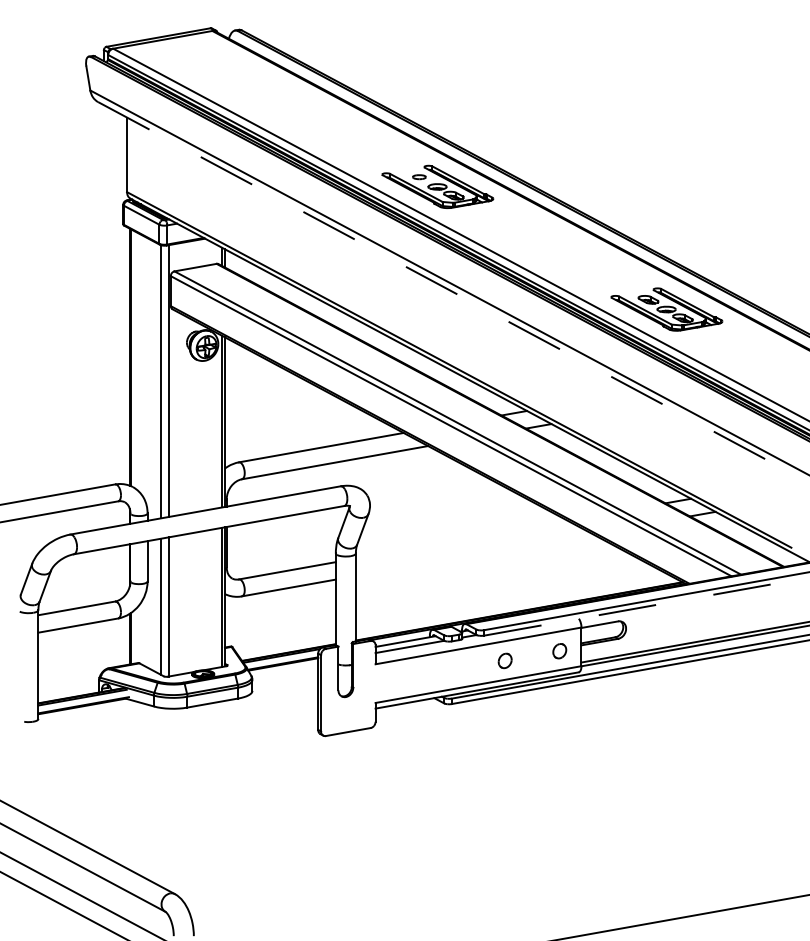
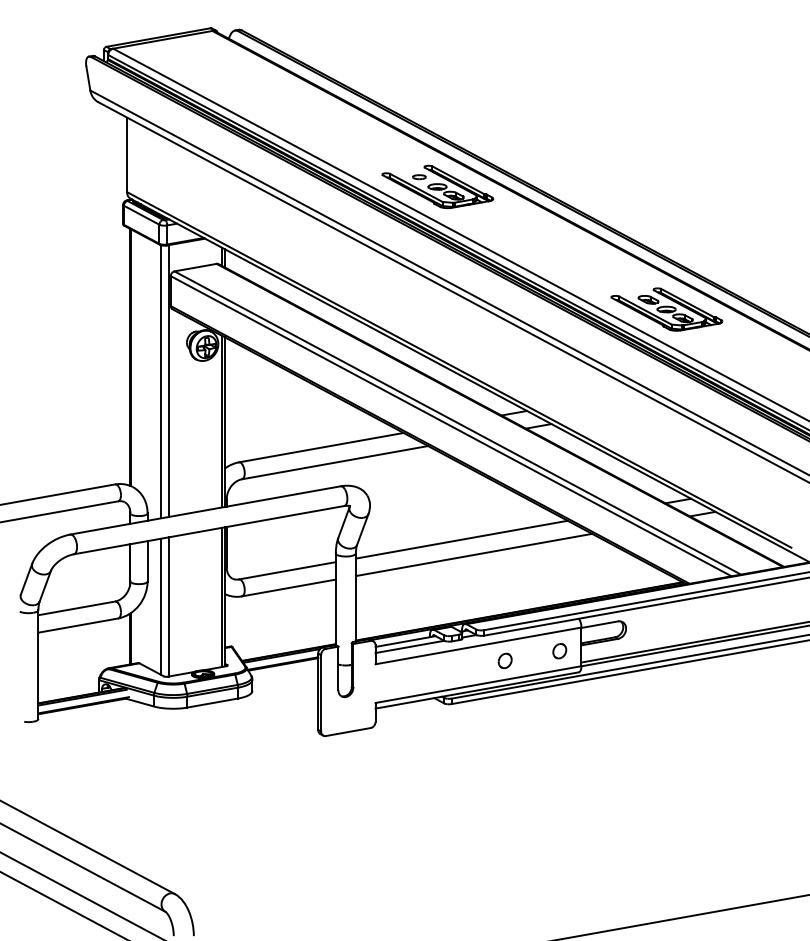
line at (454, 292): dashed -> solid
line at (461, 539): none -> present
line at (473, 554): none -> present
line at (647, 606): dashed -> solid
